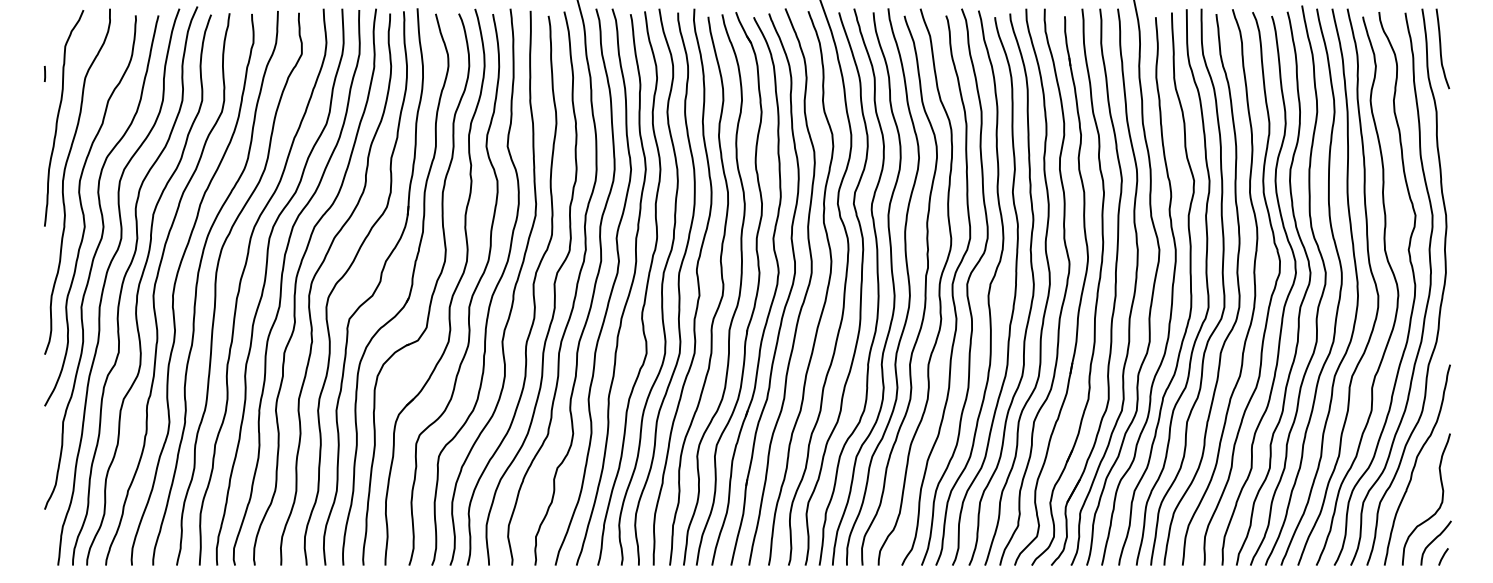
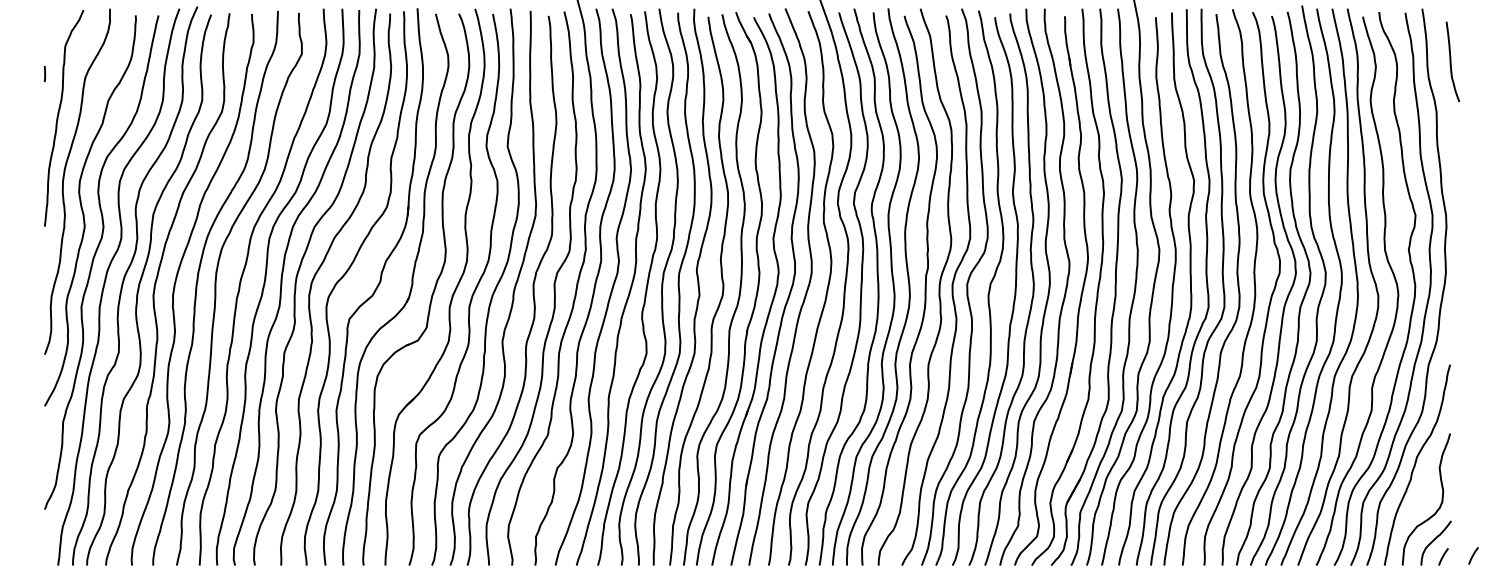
curve at (1441, 48) position: (1441, 48) -> (1451, 61)
line at (1473, 555): none -> present
